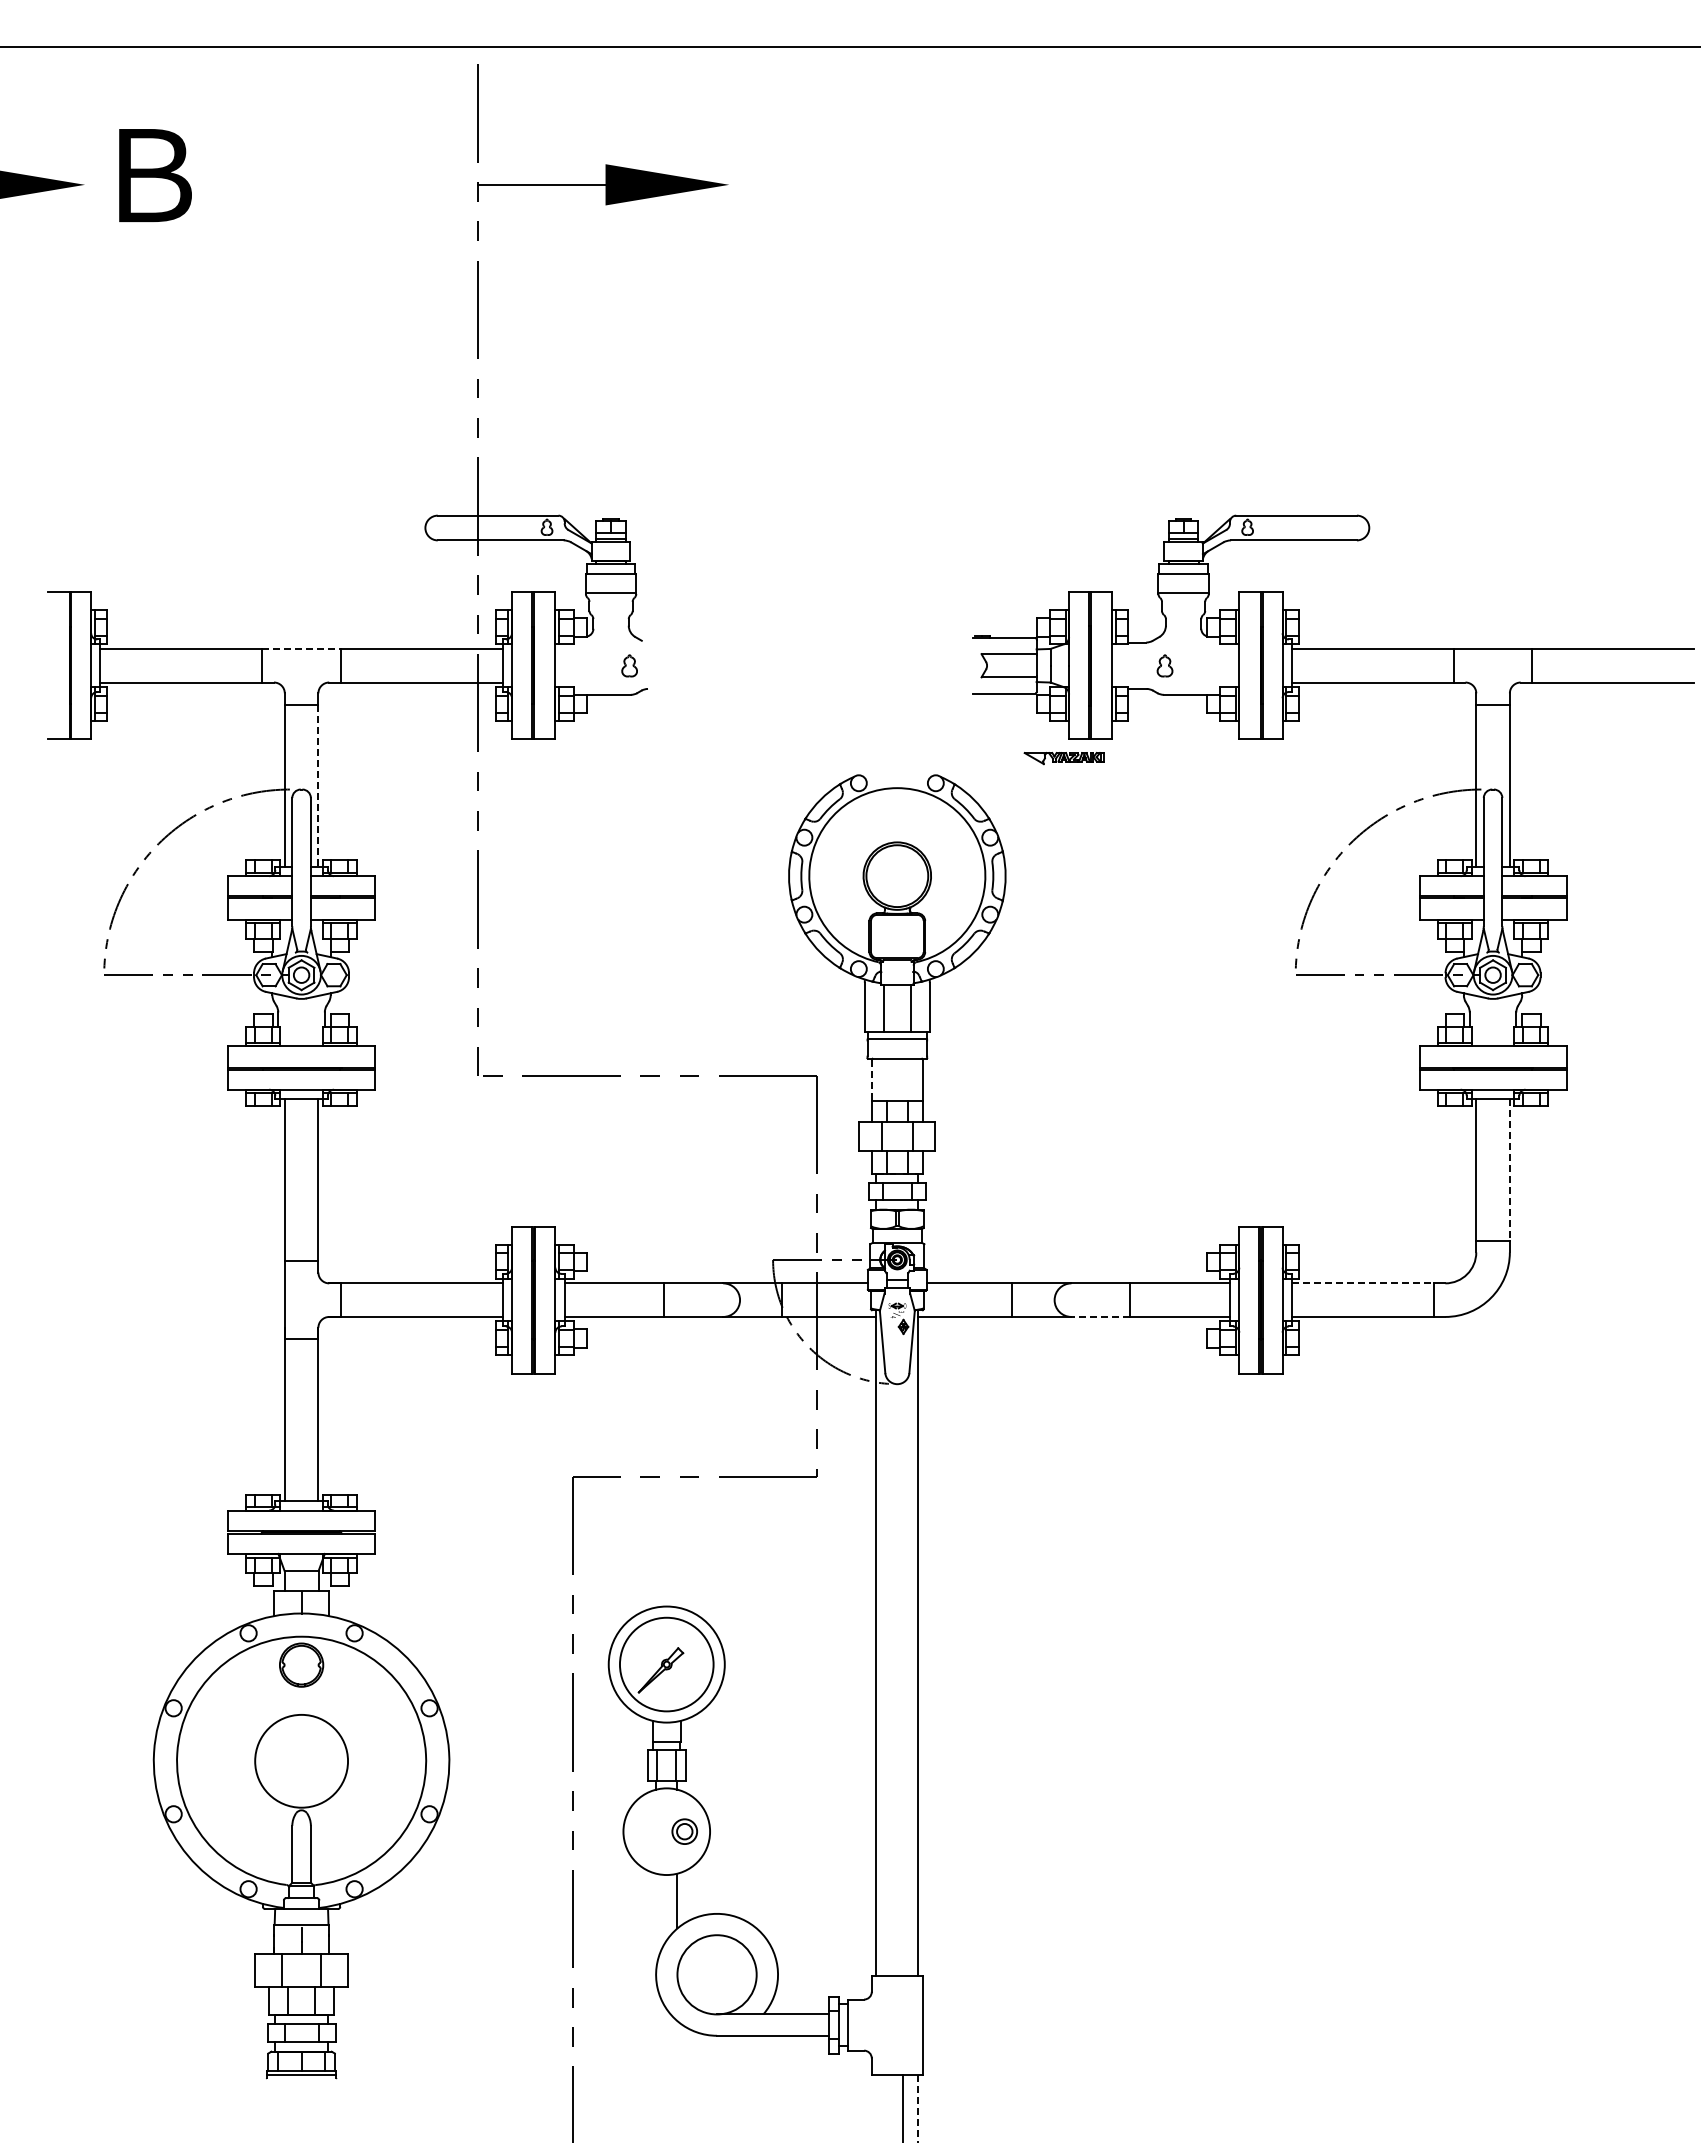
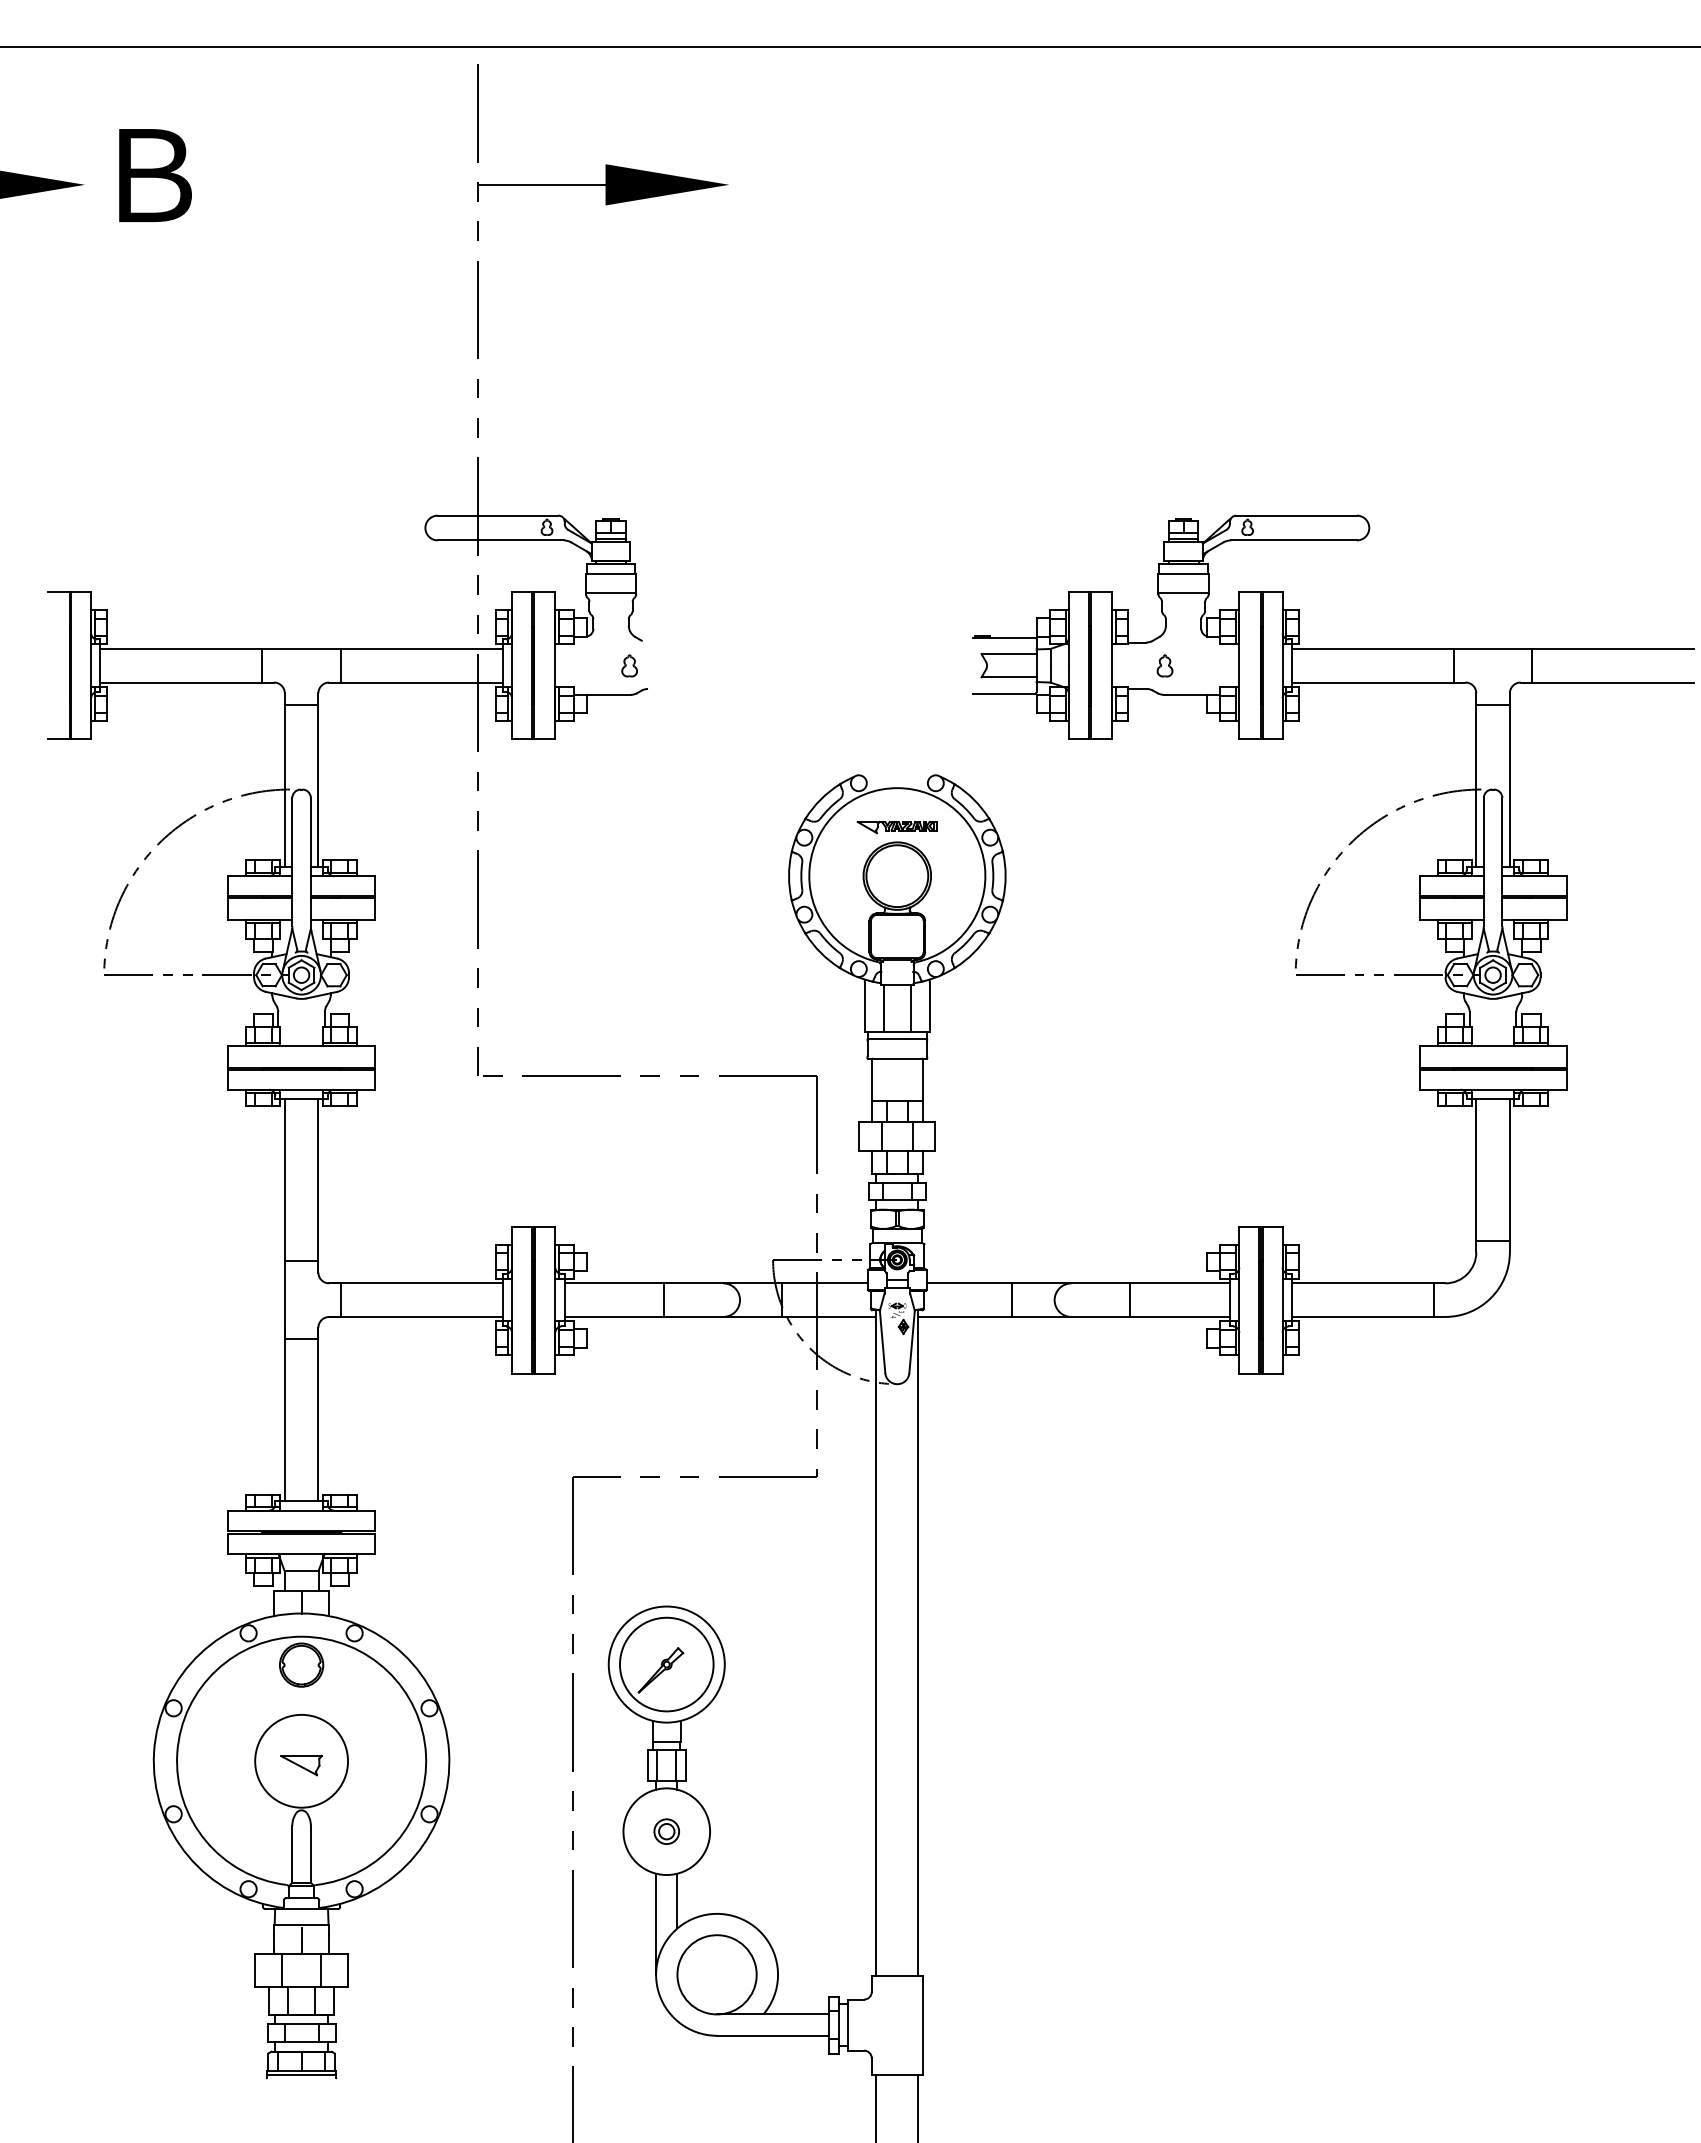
line at (302, 648): dashed -> solid
part at (1063, 758) position: (1063, 758) -> (896, 827)
line at (318, 785): dashed -> solid
line at (871, 1080): dashed -> solid
line at (1509, 1170): dashed -> solid
line at (1363, 1283): dashed -> solid
line at (1100, 1316): dashed -> solid
part at (301, 1765): none -> present
part at (684, 1831) position: (684, 1831) -> (666, 1831)
line at (656, 1923): none -> present
line at (903, 2106) position: (903, 2106) -> (876, 2106)
line at (918, 2108): dashed -> solid
